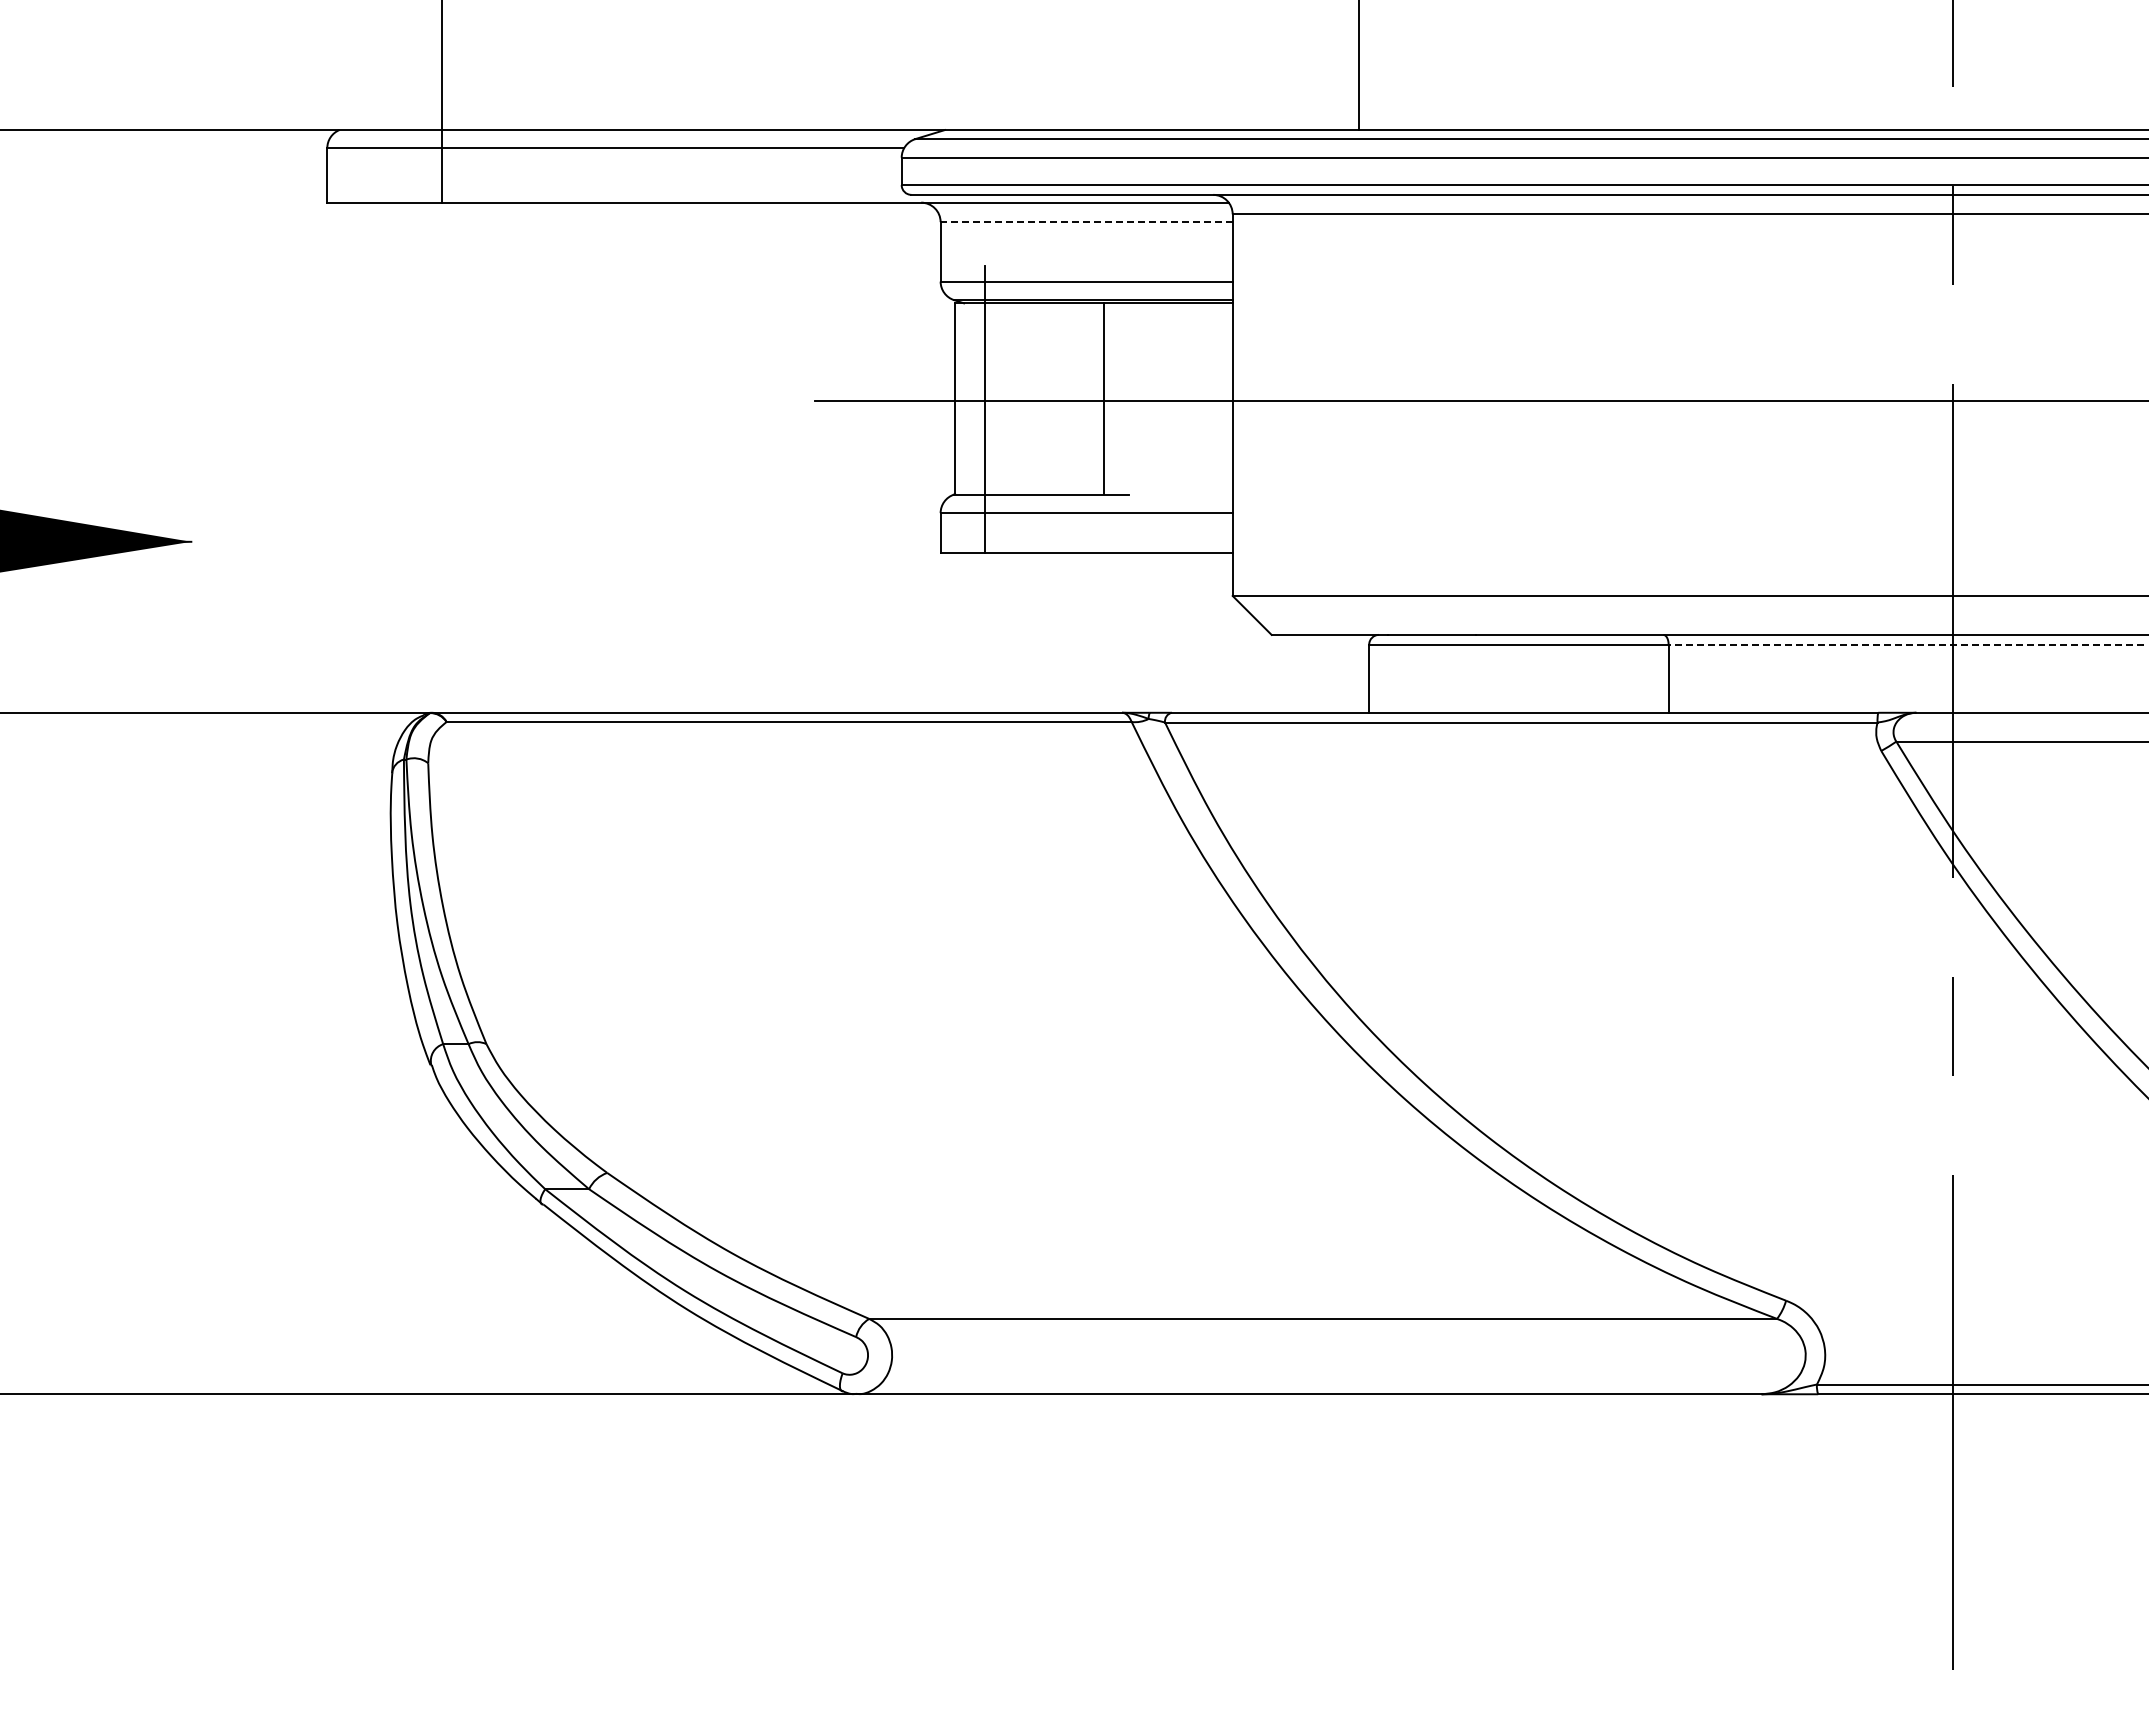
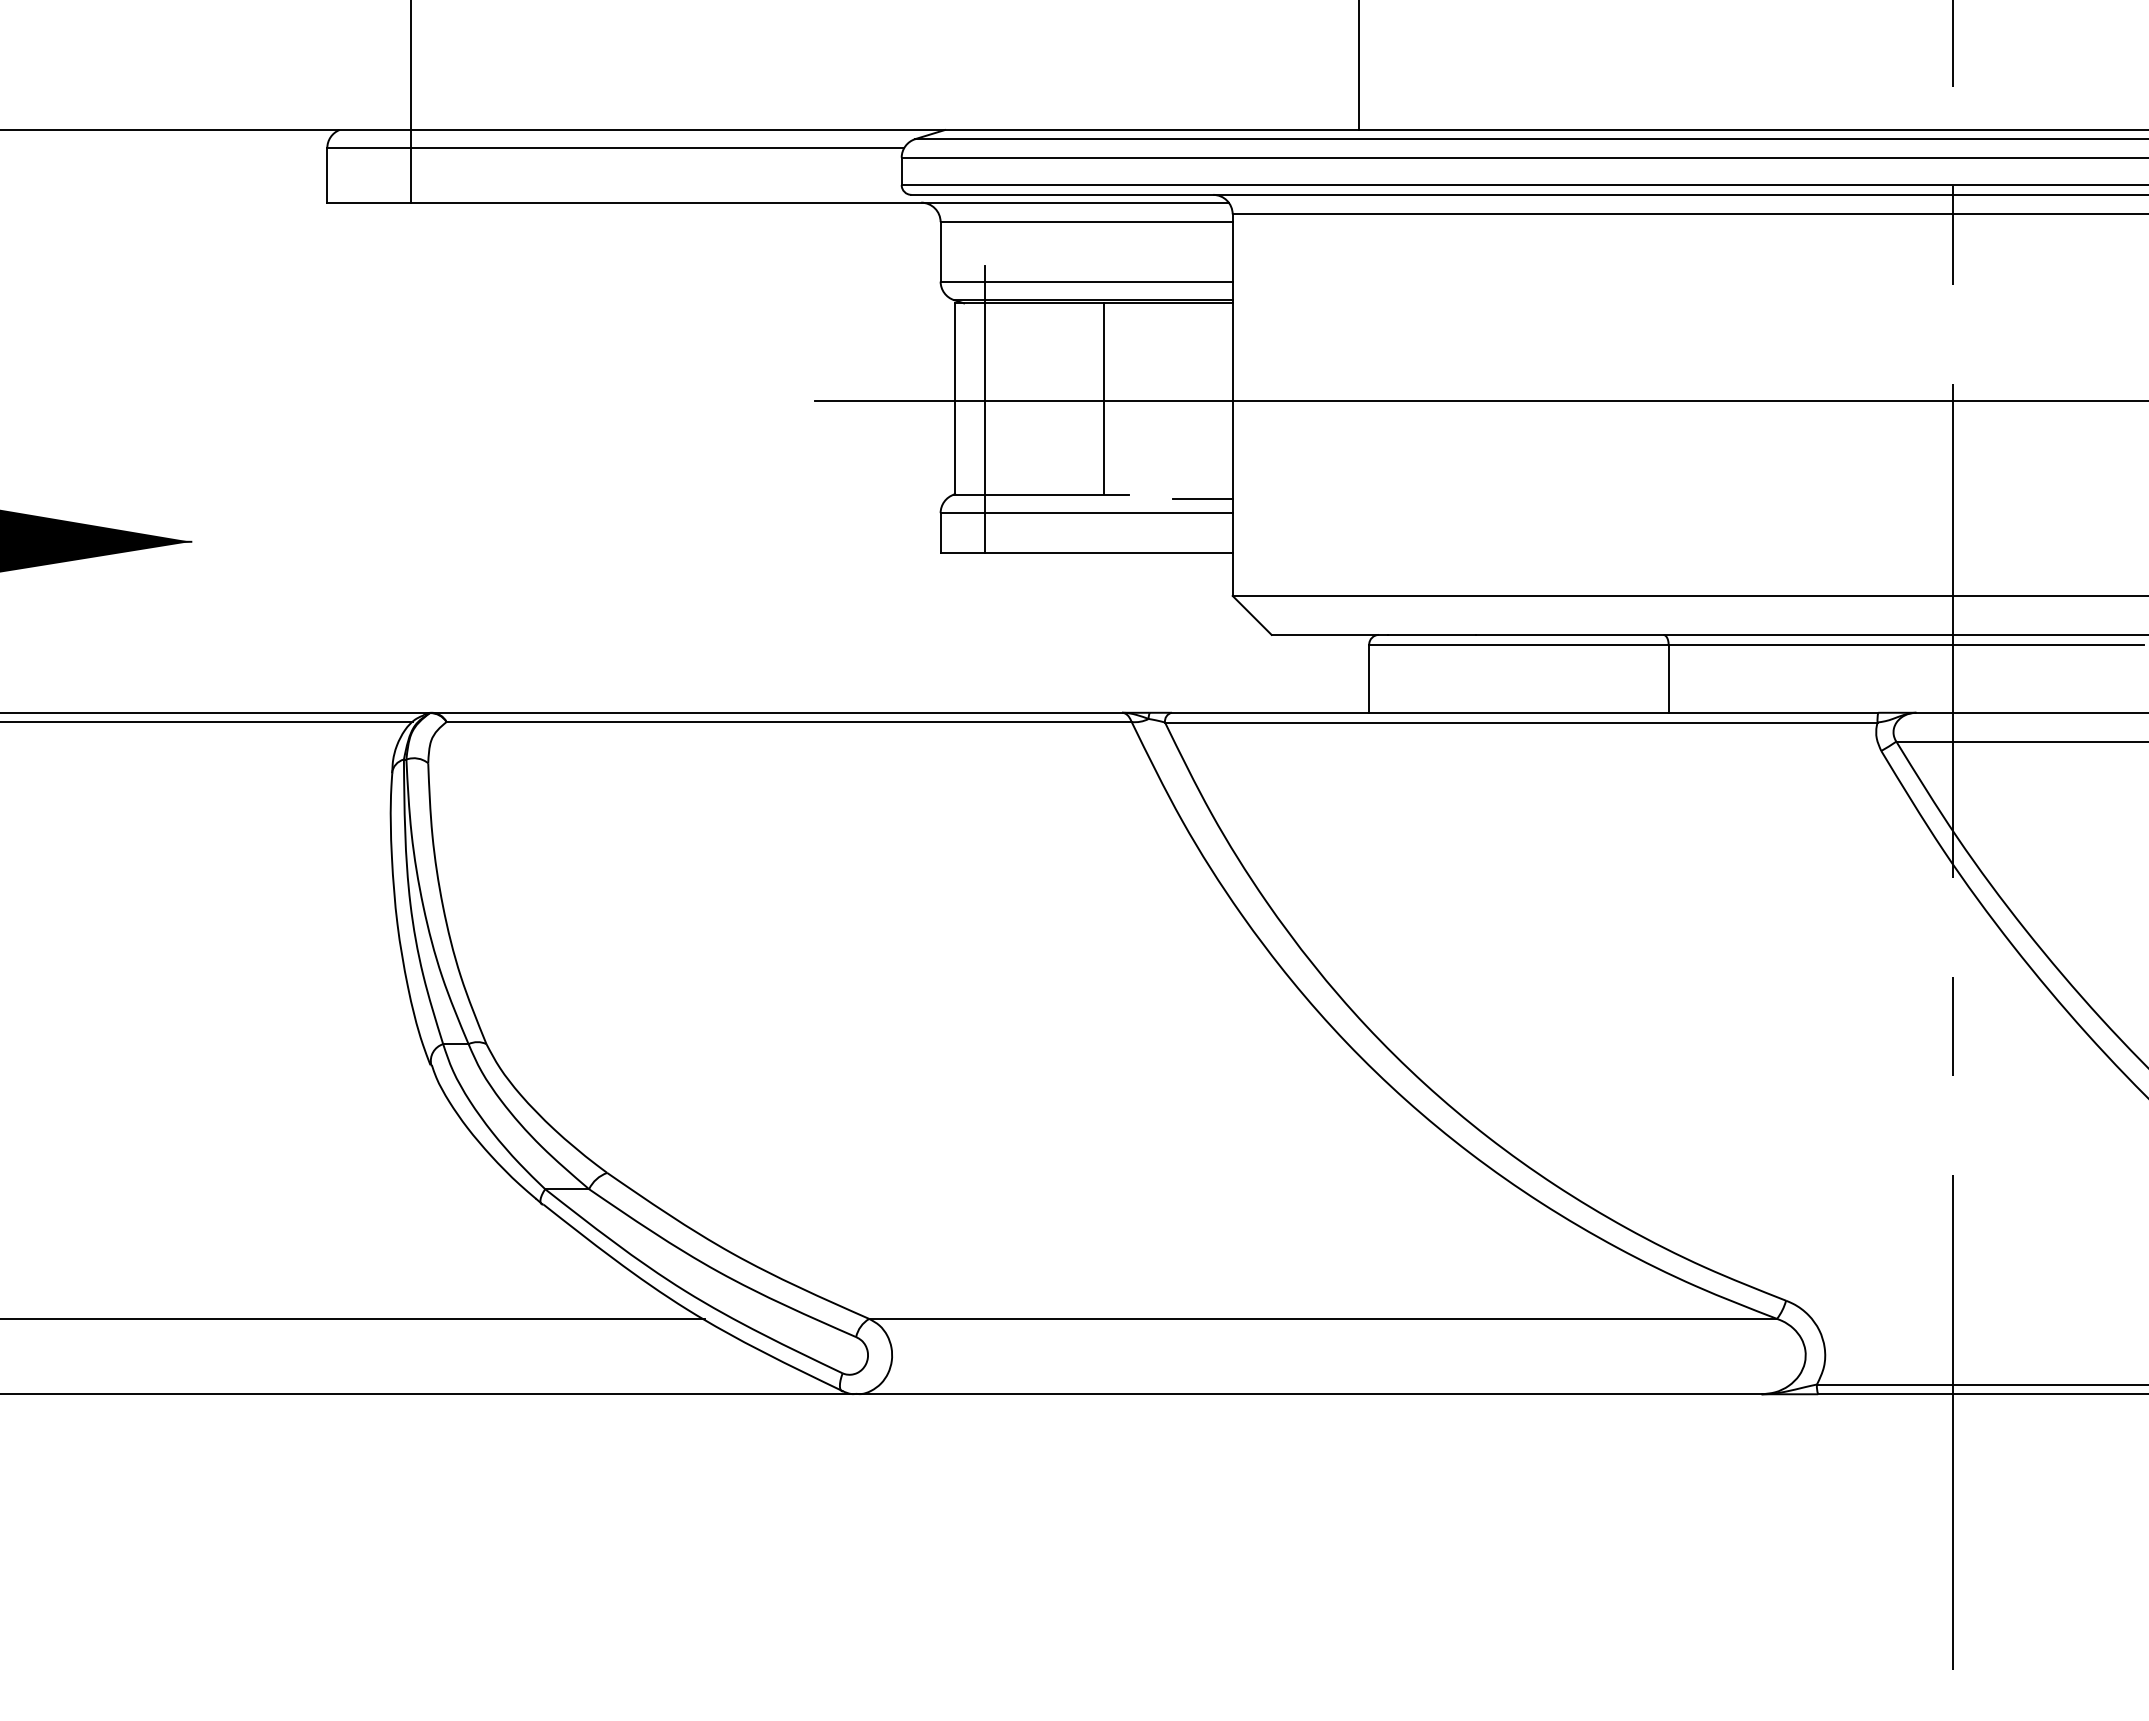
line at (442, 102) position: (442, 102) -> (411, 102)
line at (1086, 222): dashed -> solid
line at (1202, 499): none -> present
line at (1906, 644): dashed -> solid
line at (207, 722): none -> present
line at (353, 1318): none -> present
